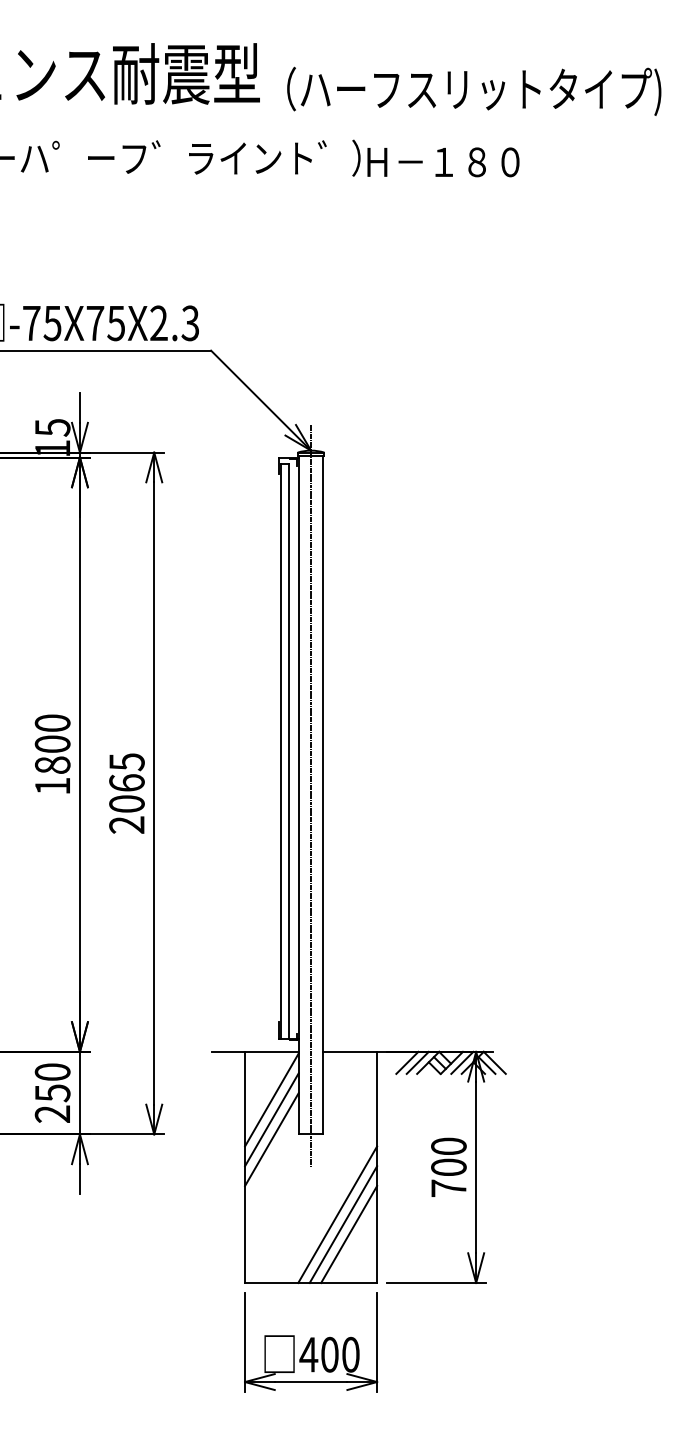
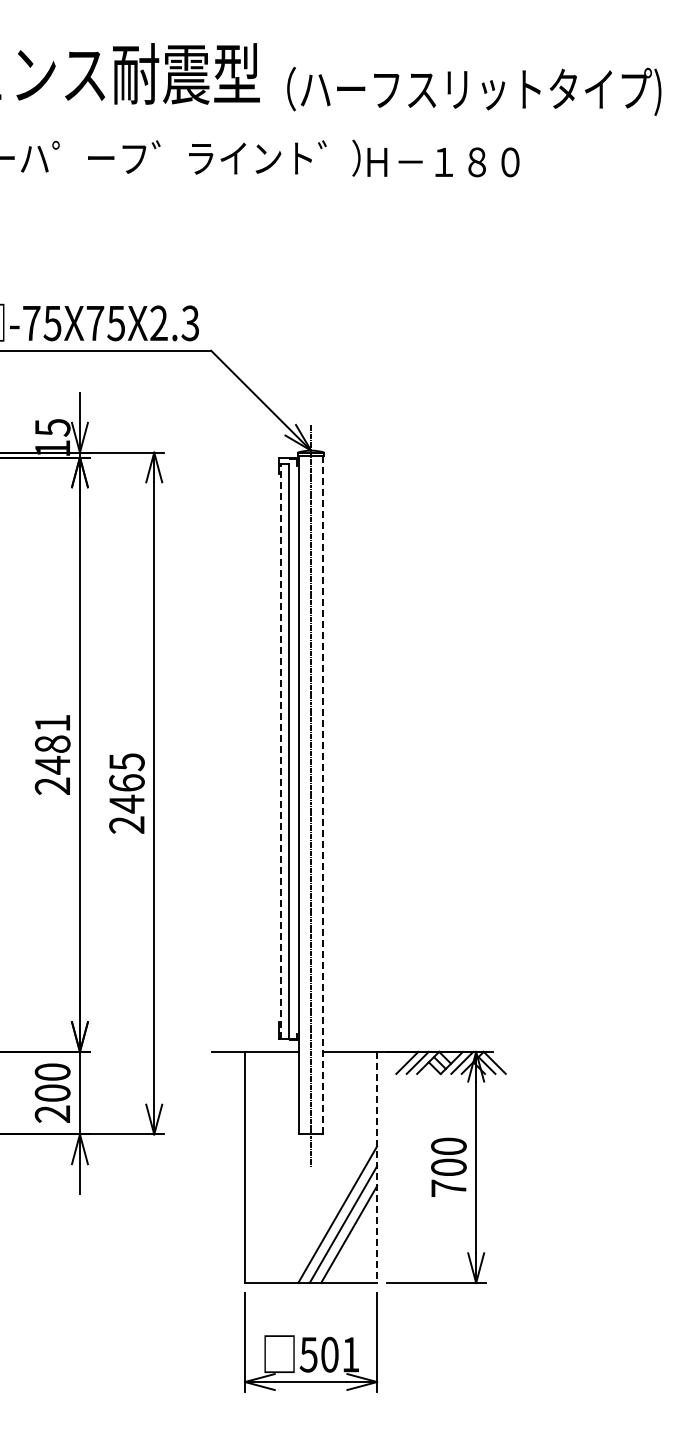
line at (280, 750): solid -> dashed
text at (52, 754): 1800 -> 2481
line at (323, 795): solid -> dashed
text at (126, 803): 2065 -> 2465
text at (52, 1093): 250 -> 200
line at (271, 1099): present -> none
line at (271, 1119): present -> none
line at (271, 1139): present -> none
line at (377, 1167): solid -> dashed
text at (329, 1354): 400 -> 501
